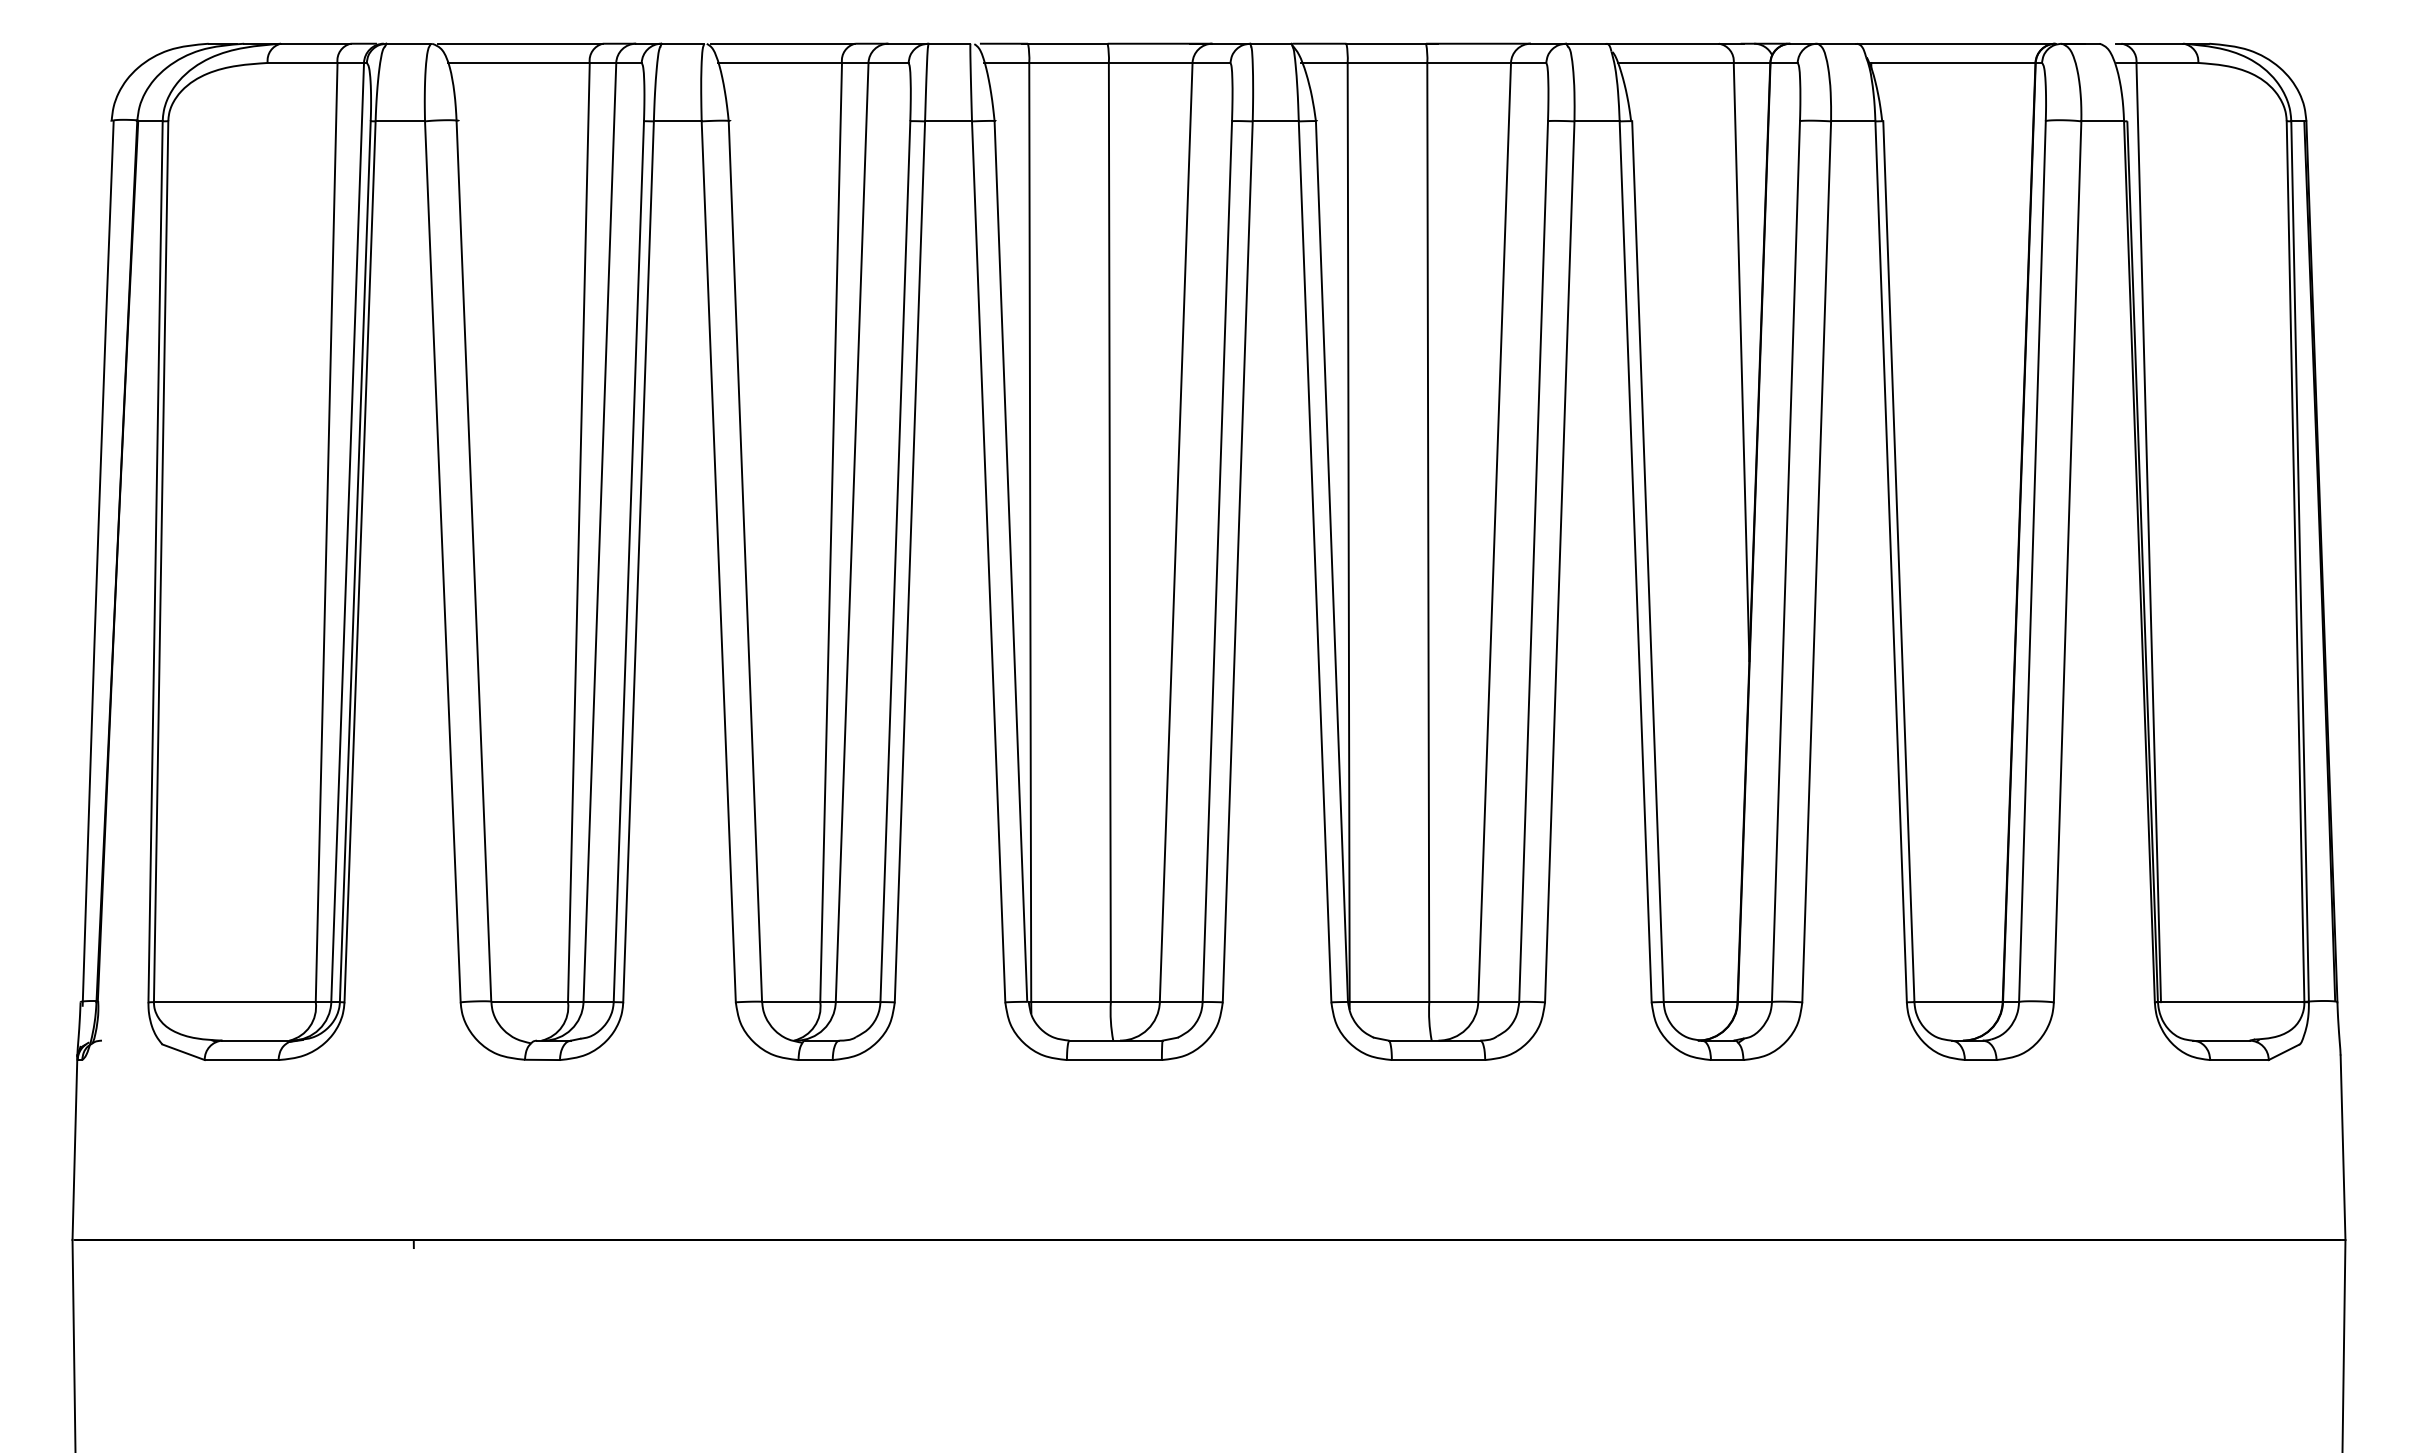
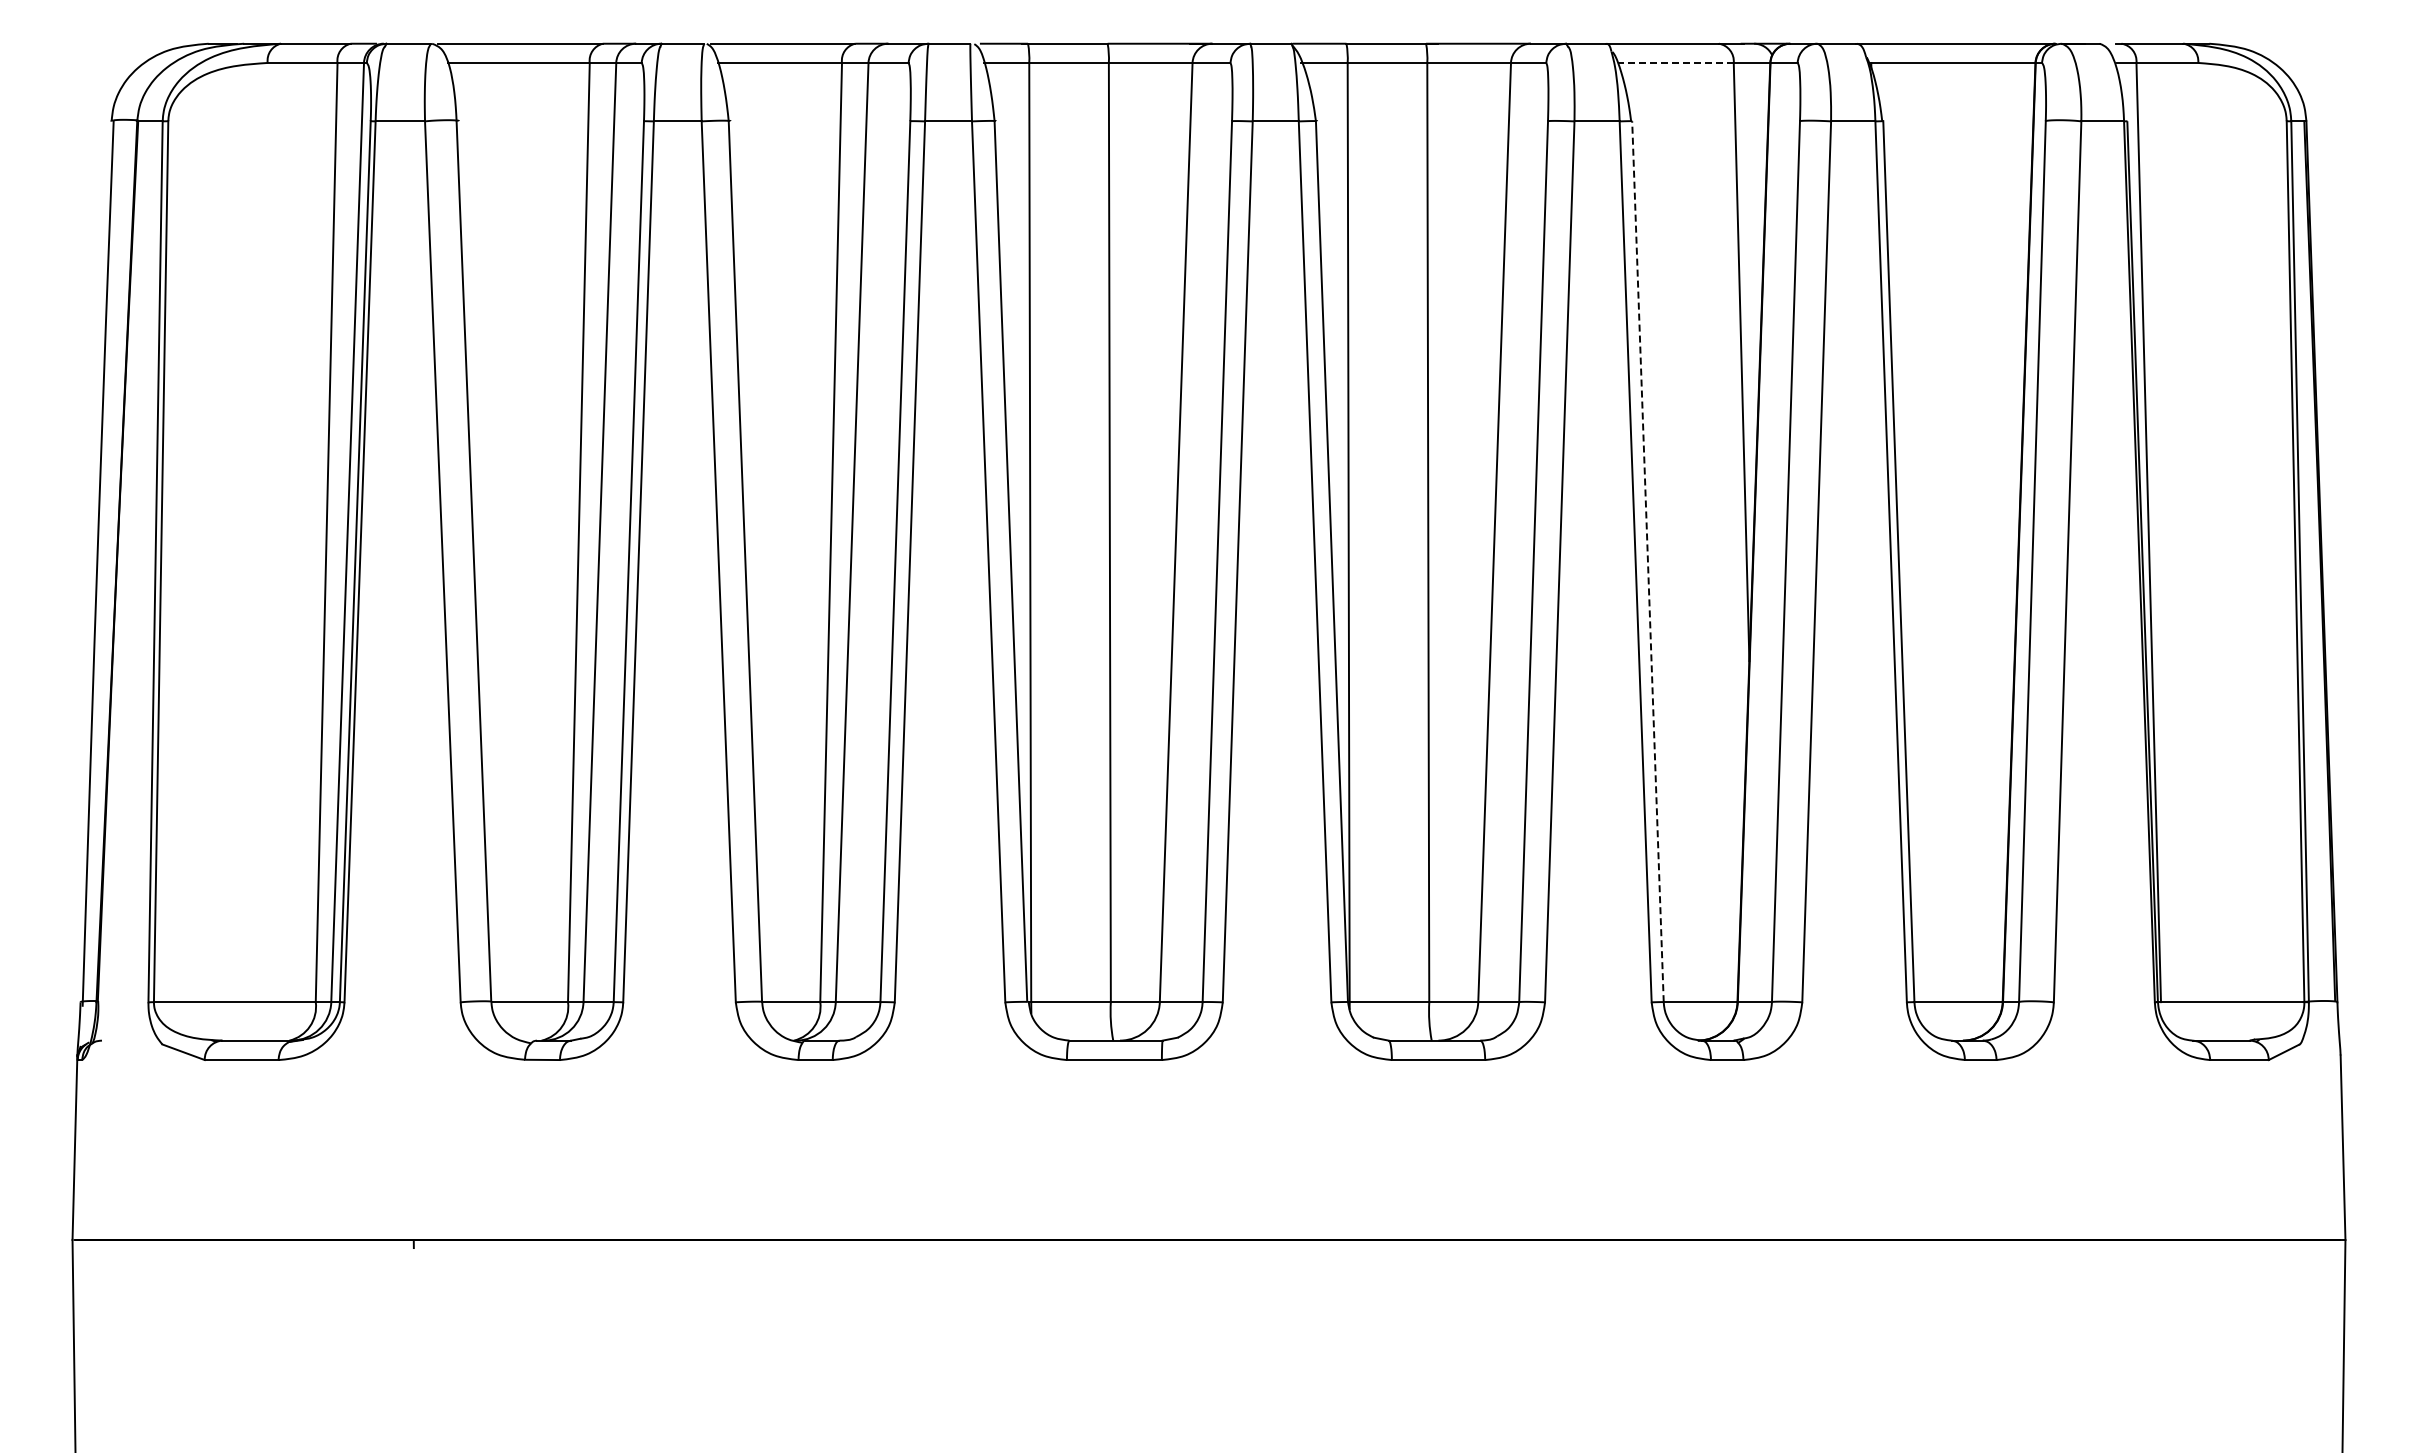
line at (1675, 62): solid -> dashed
line at (1647, 561): solid -> dashed
